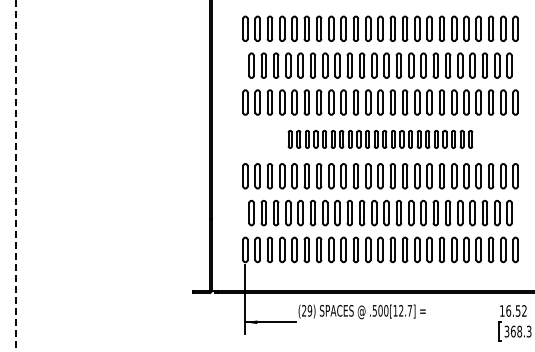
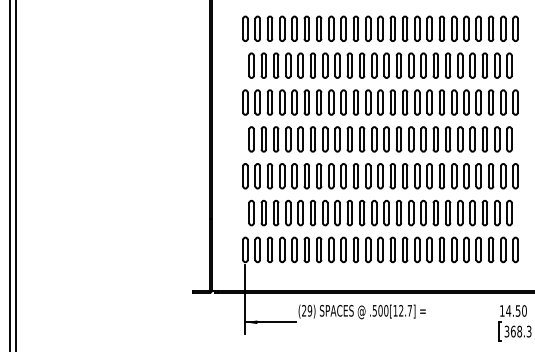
part at (380, 139) size: 187x19 px -> 265x27 px
line at (10, 175): none -> present
line at (16, 176): dashed -> solid
text at (516, 310): 16.52 -> 14.50
